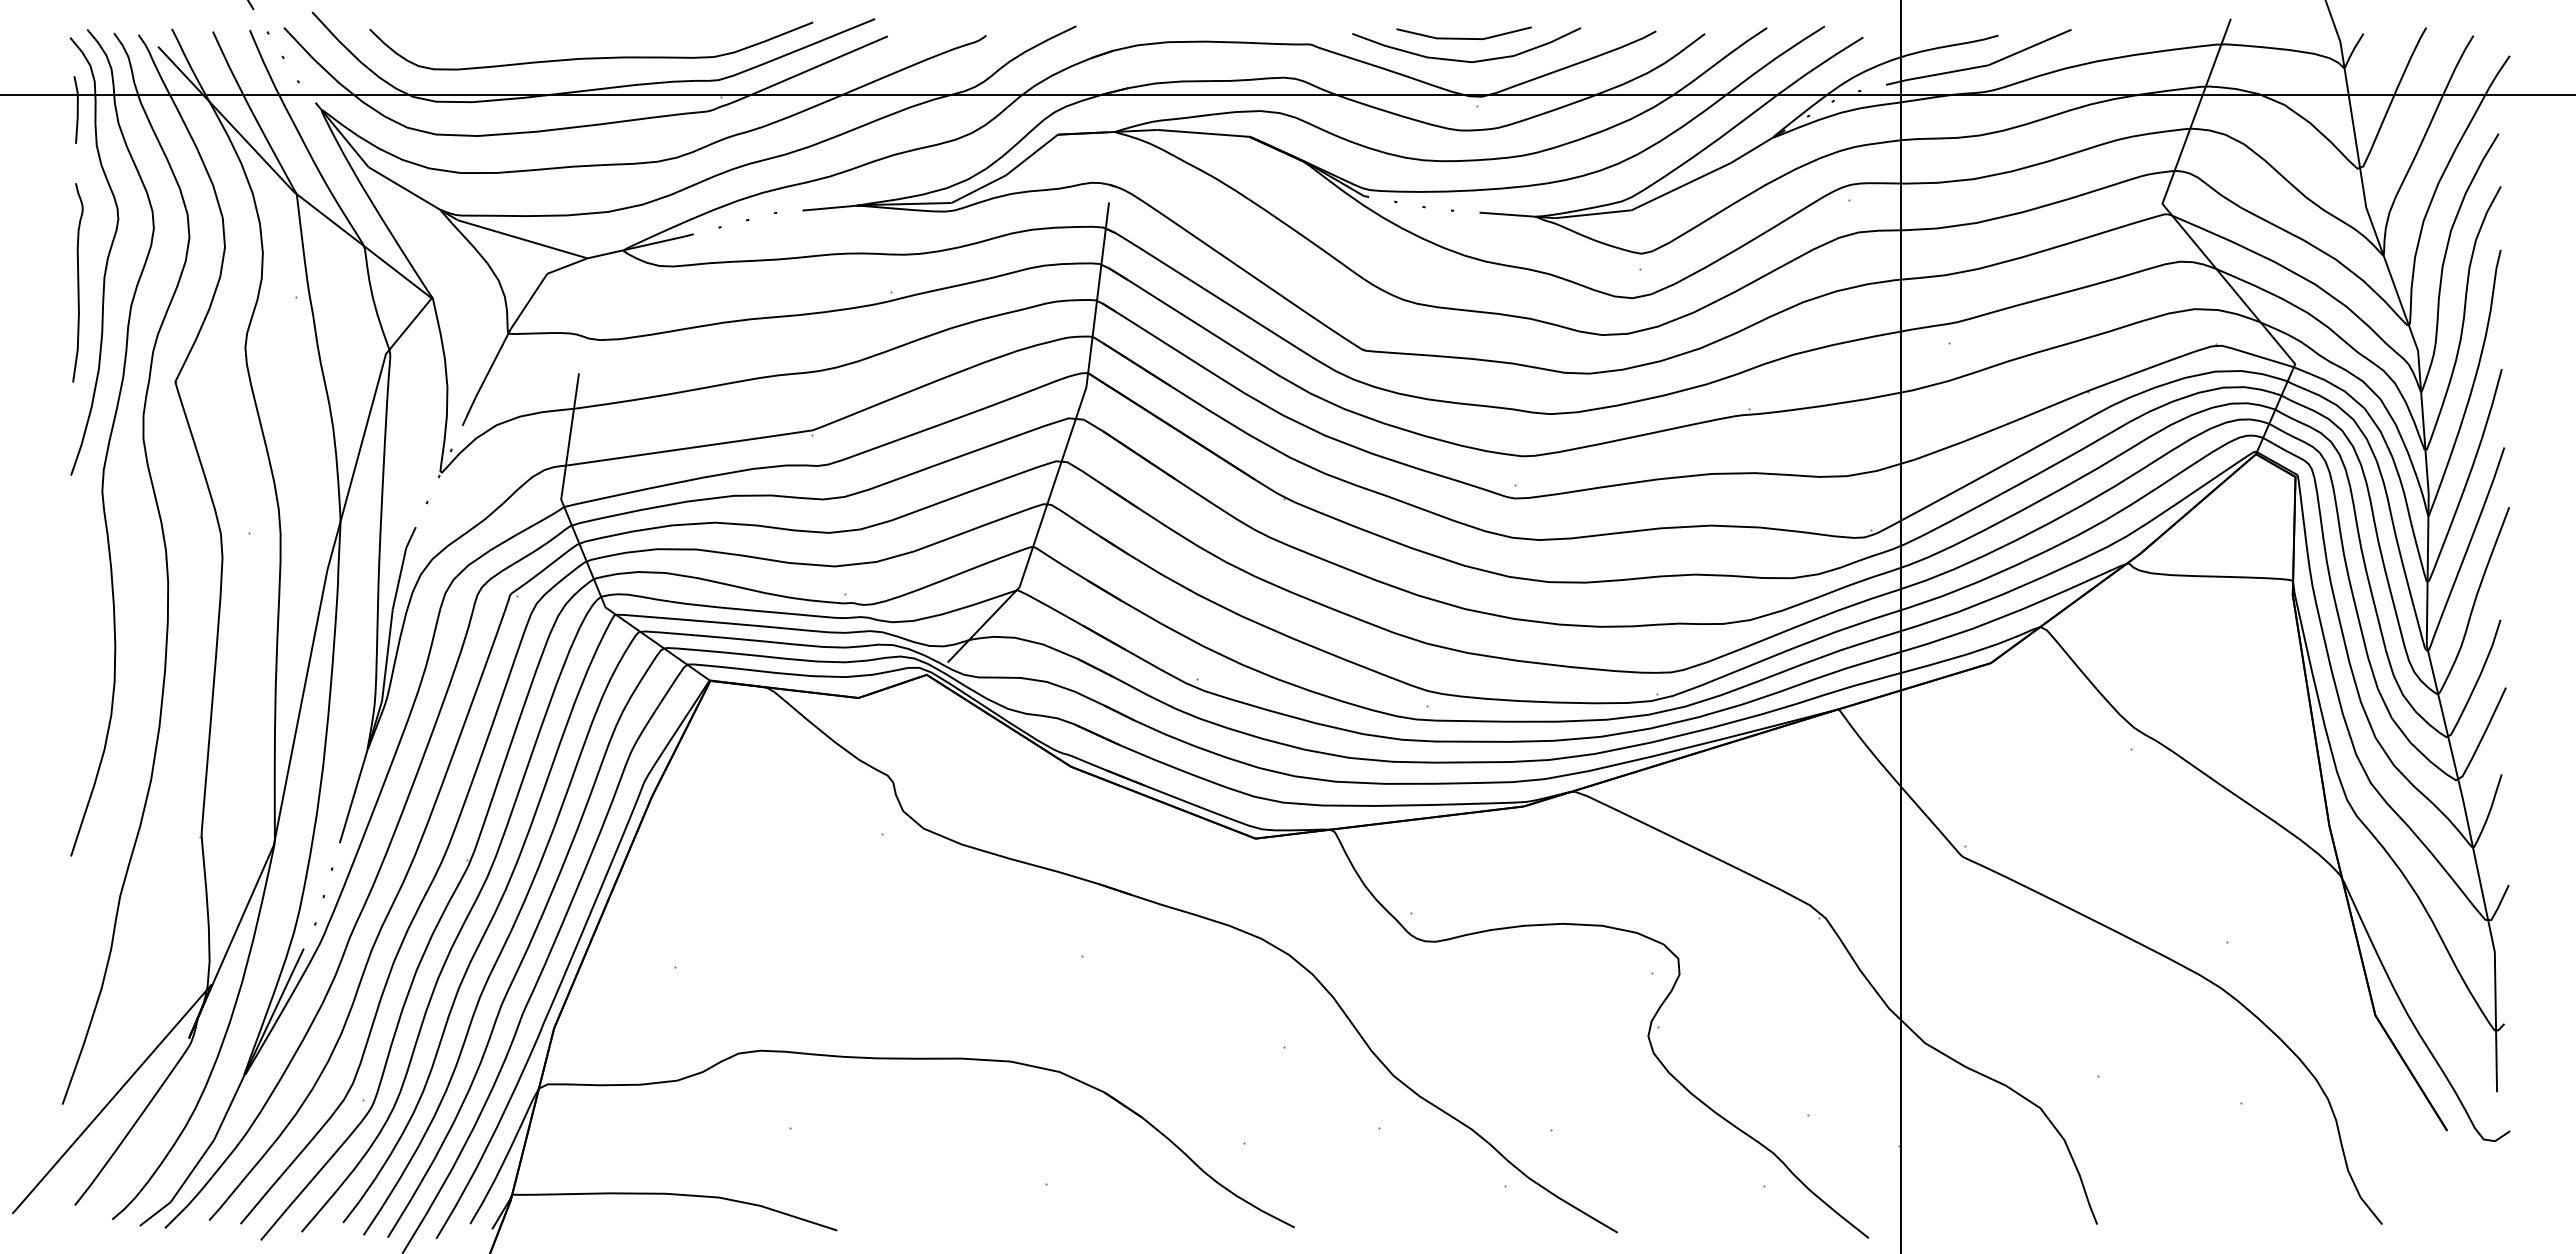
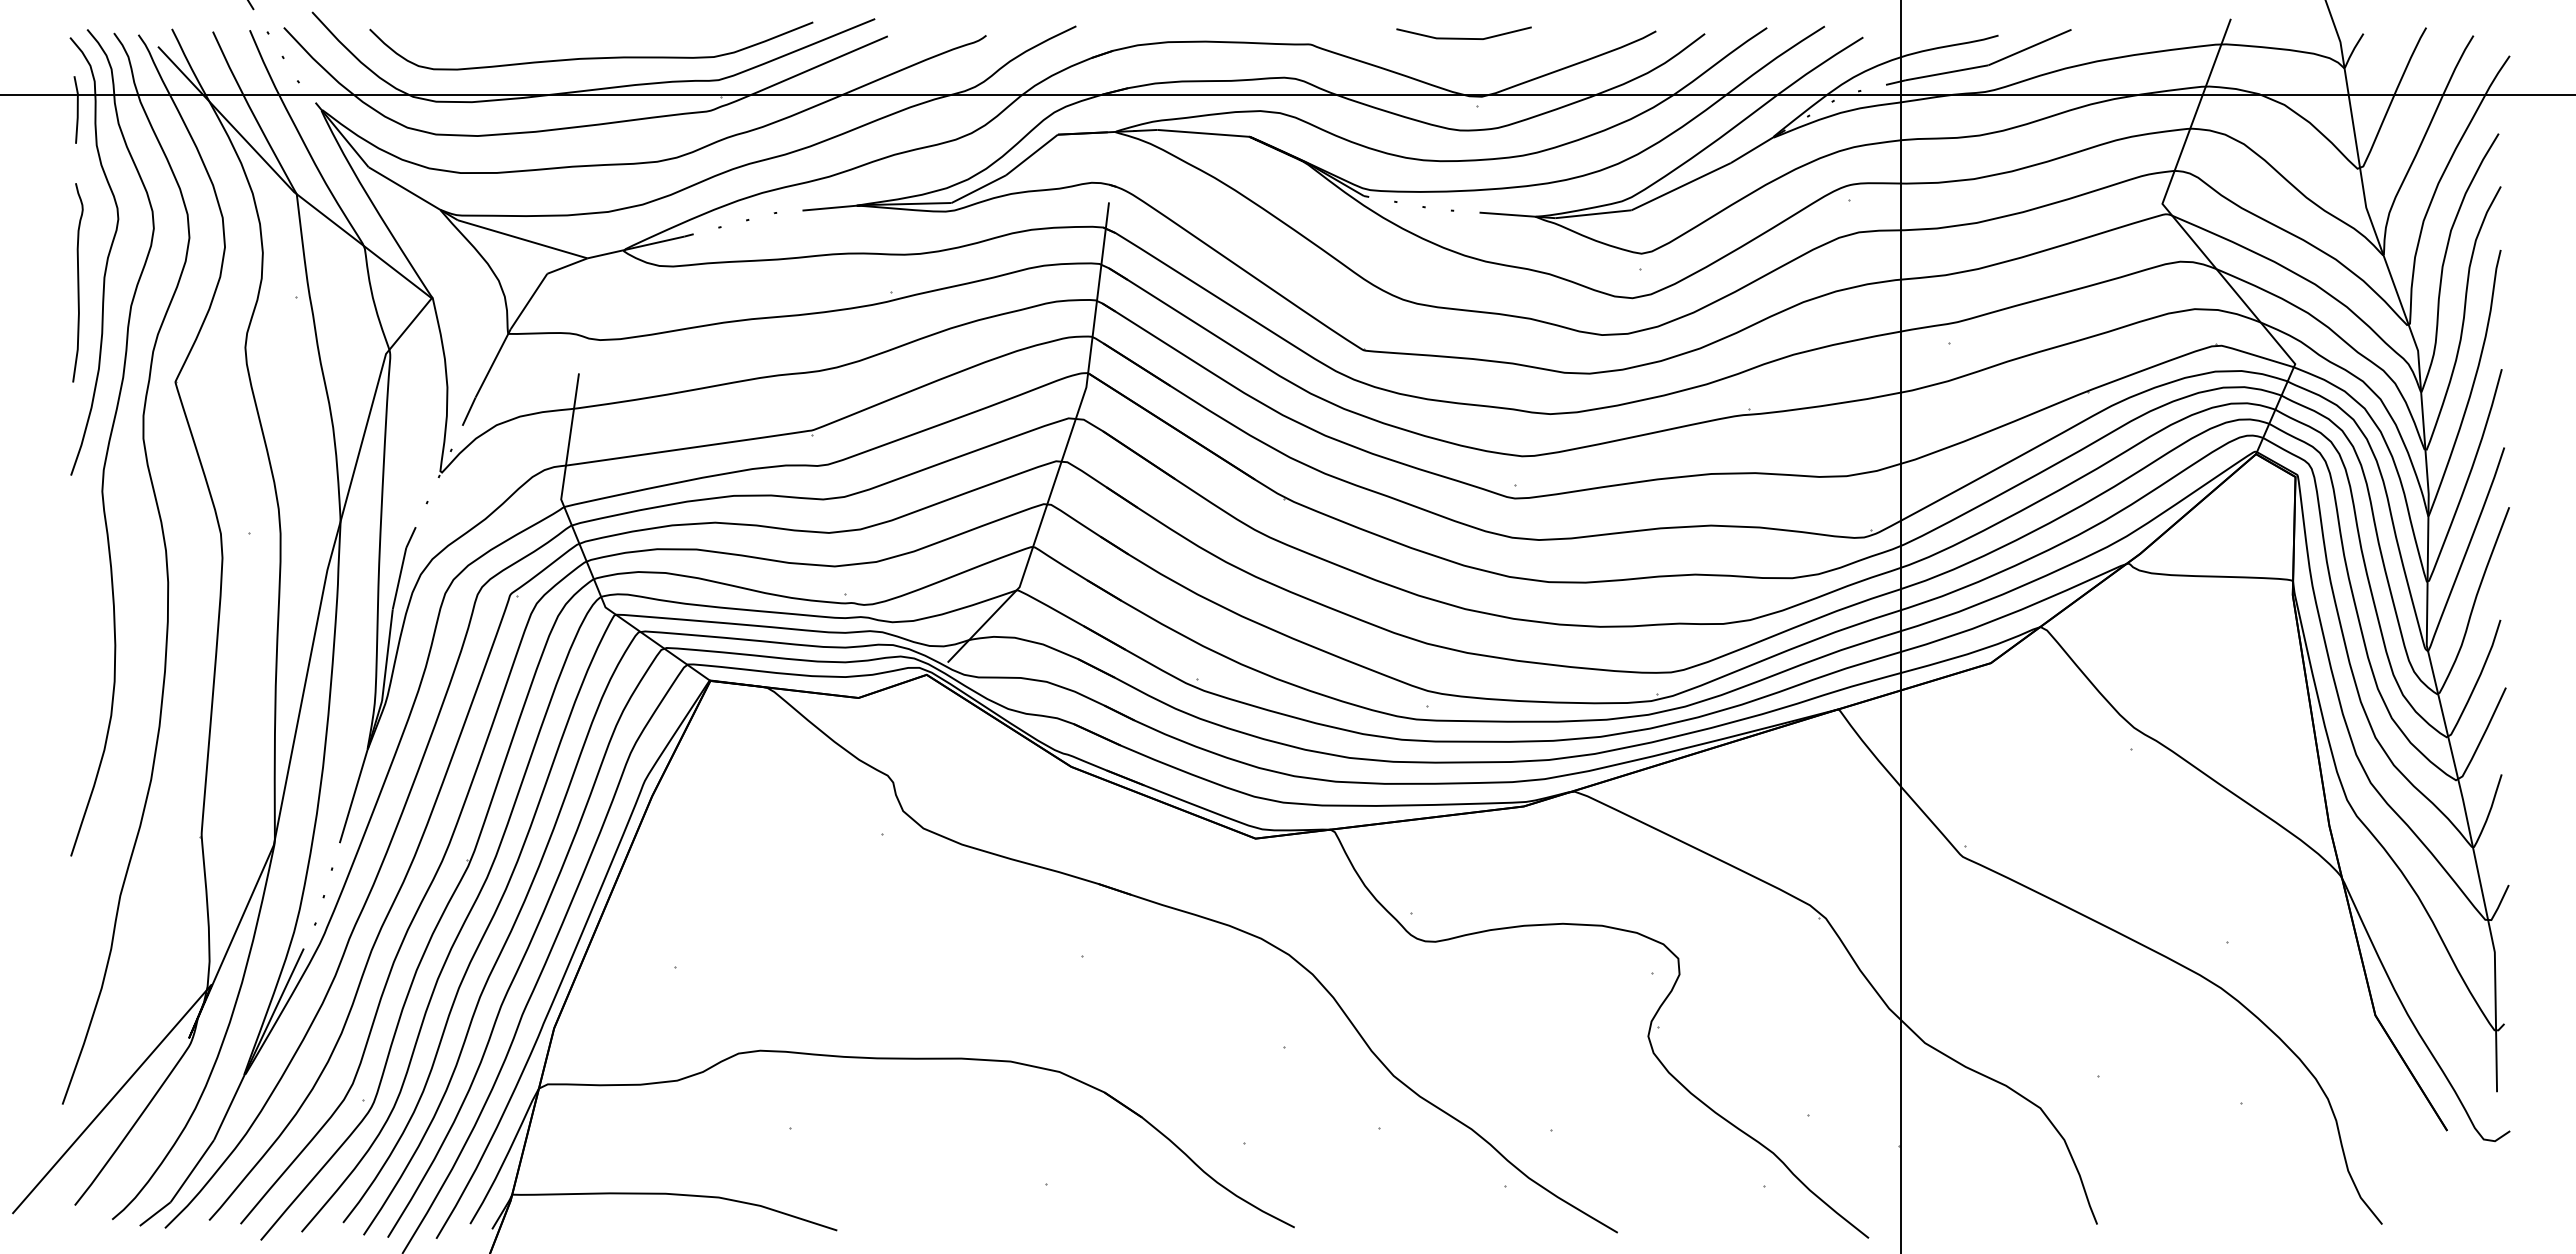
curve at (1466, 60): present -> none
